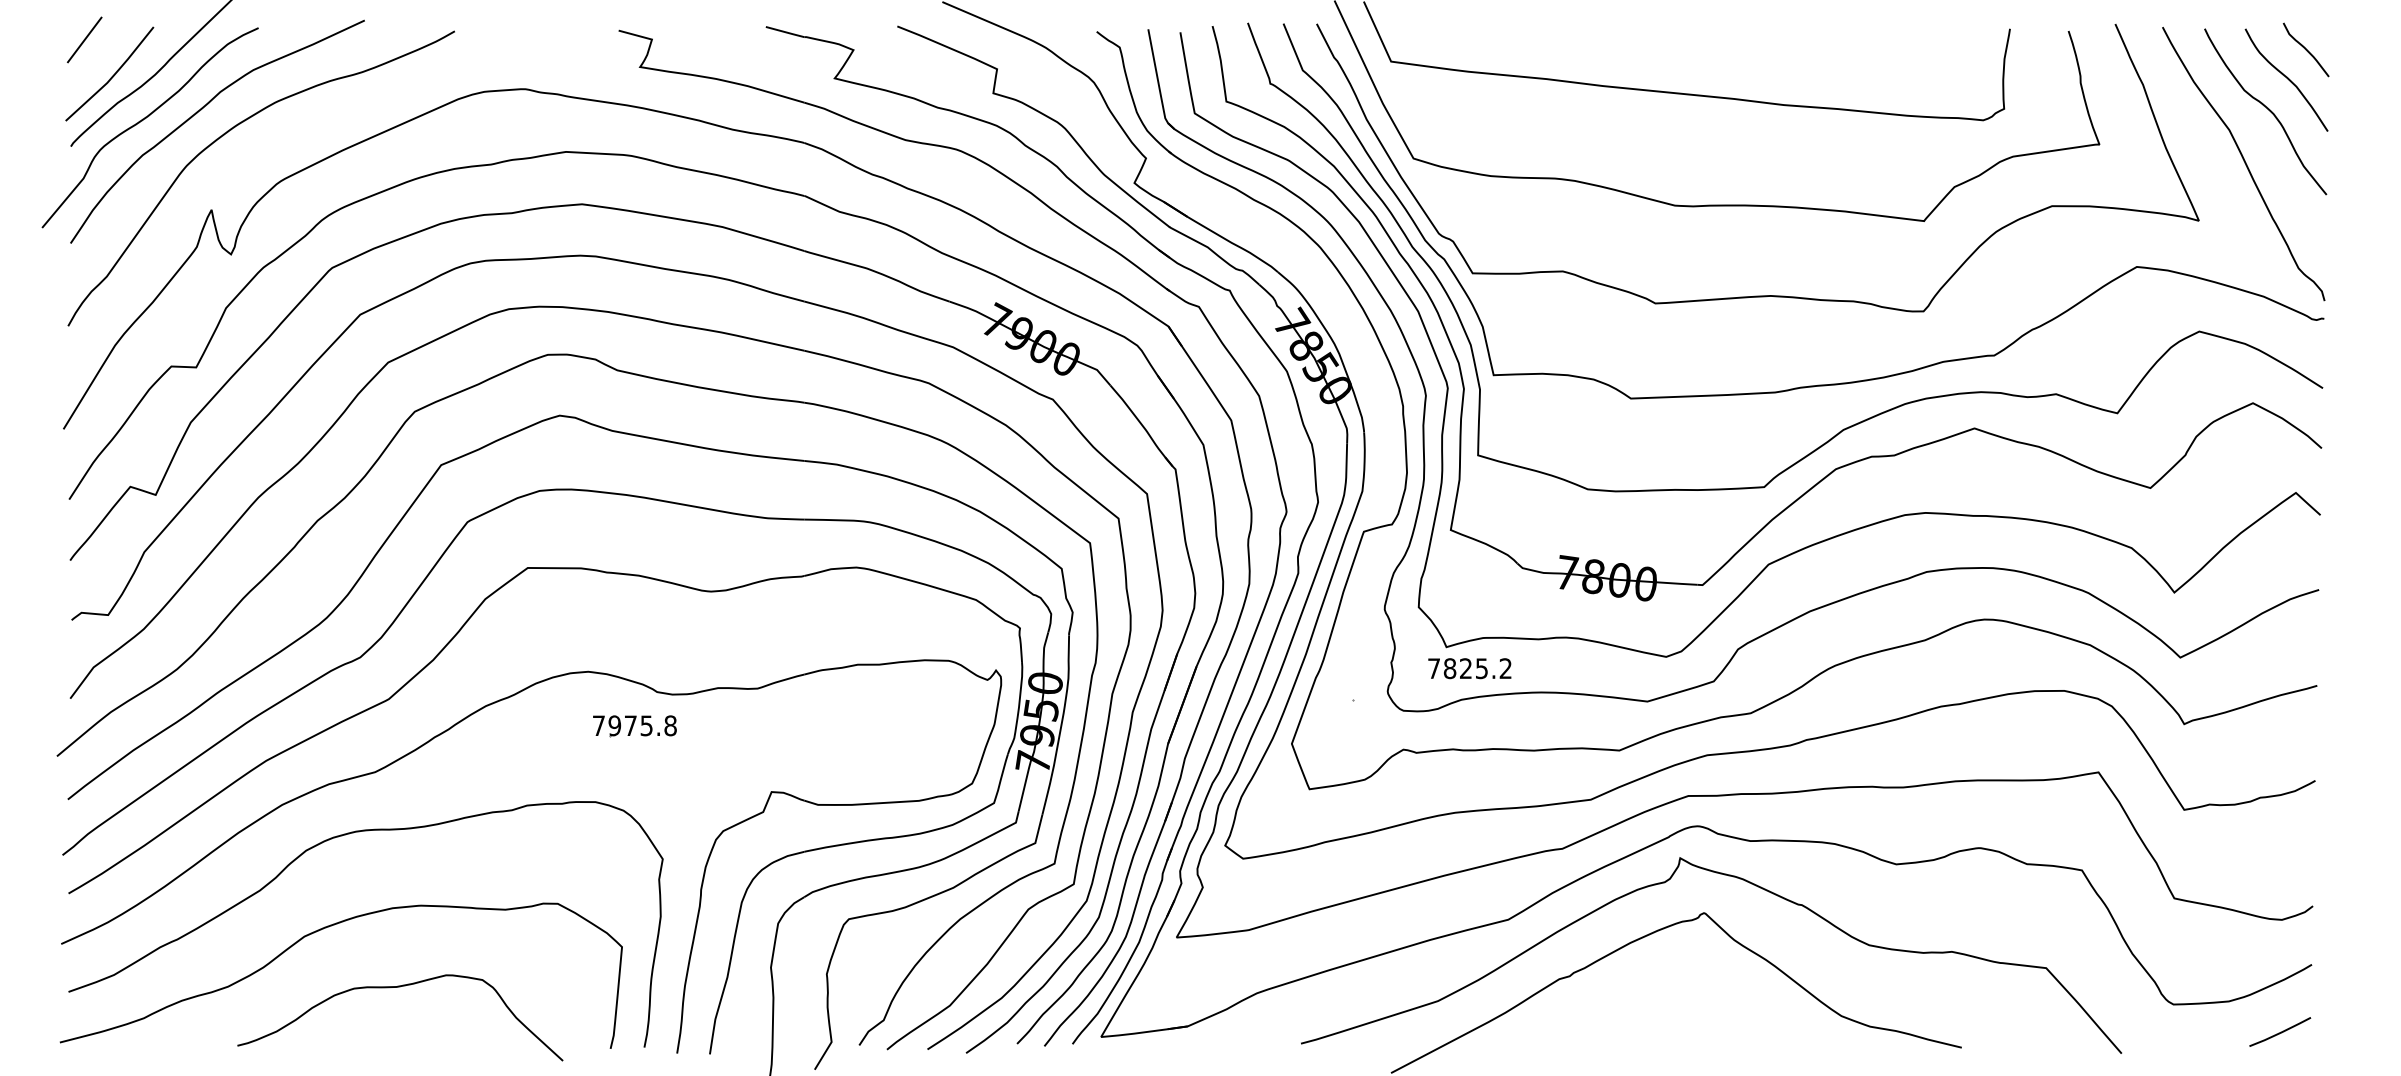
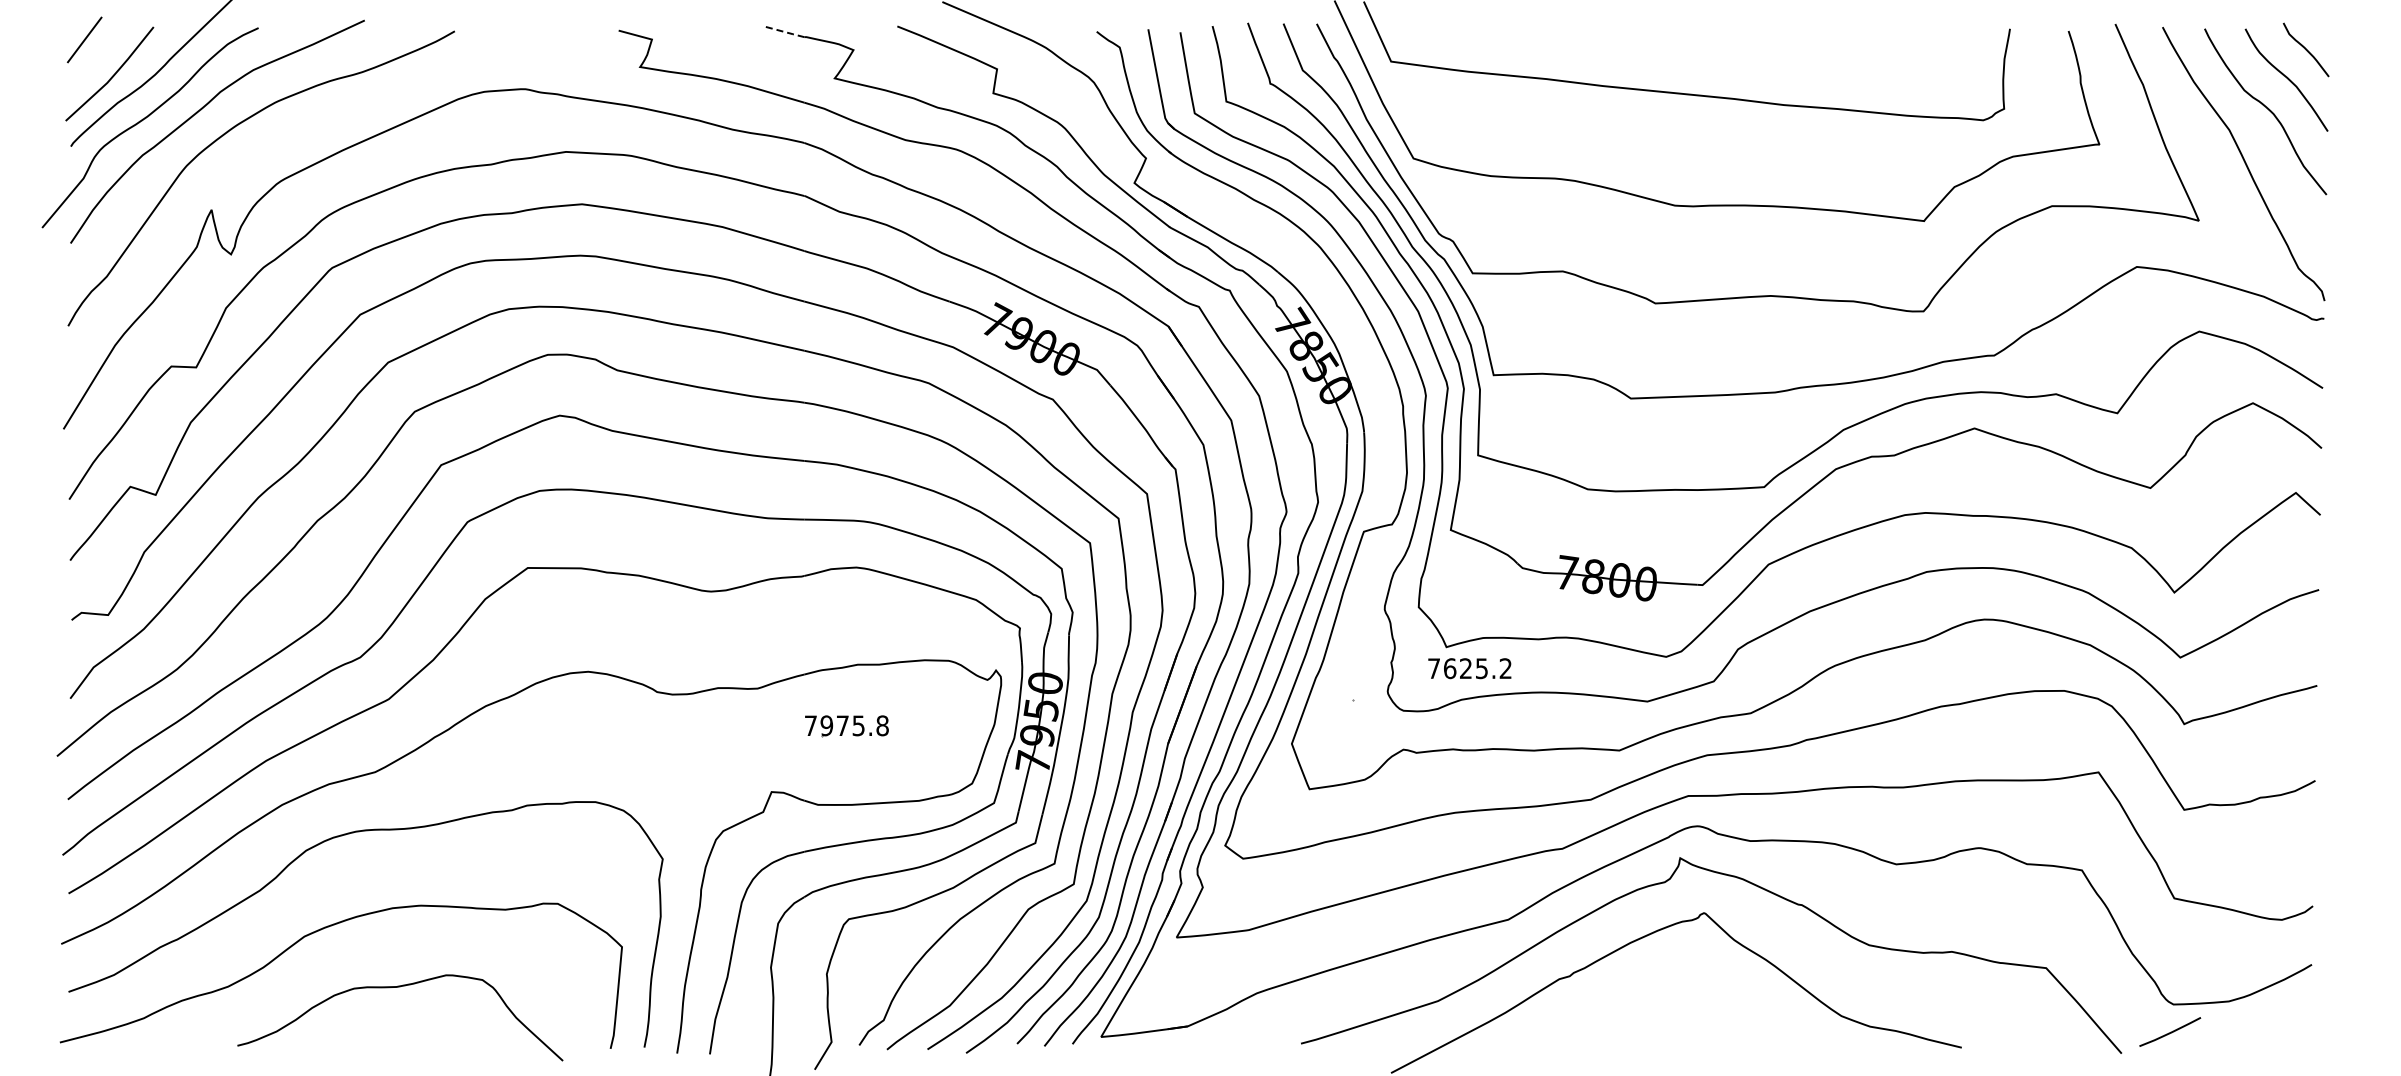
line at (785, 32): solid -> dashed
text at (1449, 668): 7825.2 -> 7625.2
part at (634, 726) position: (634, 726) -> (846, 726)
line at (2280, 1031) position: (2280, 1031) -> (2170, 1031)
